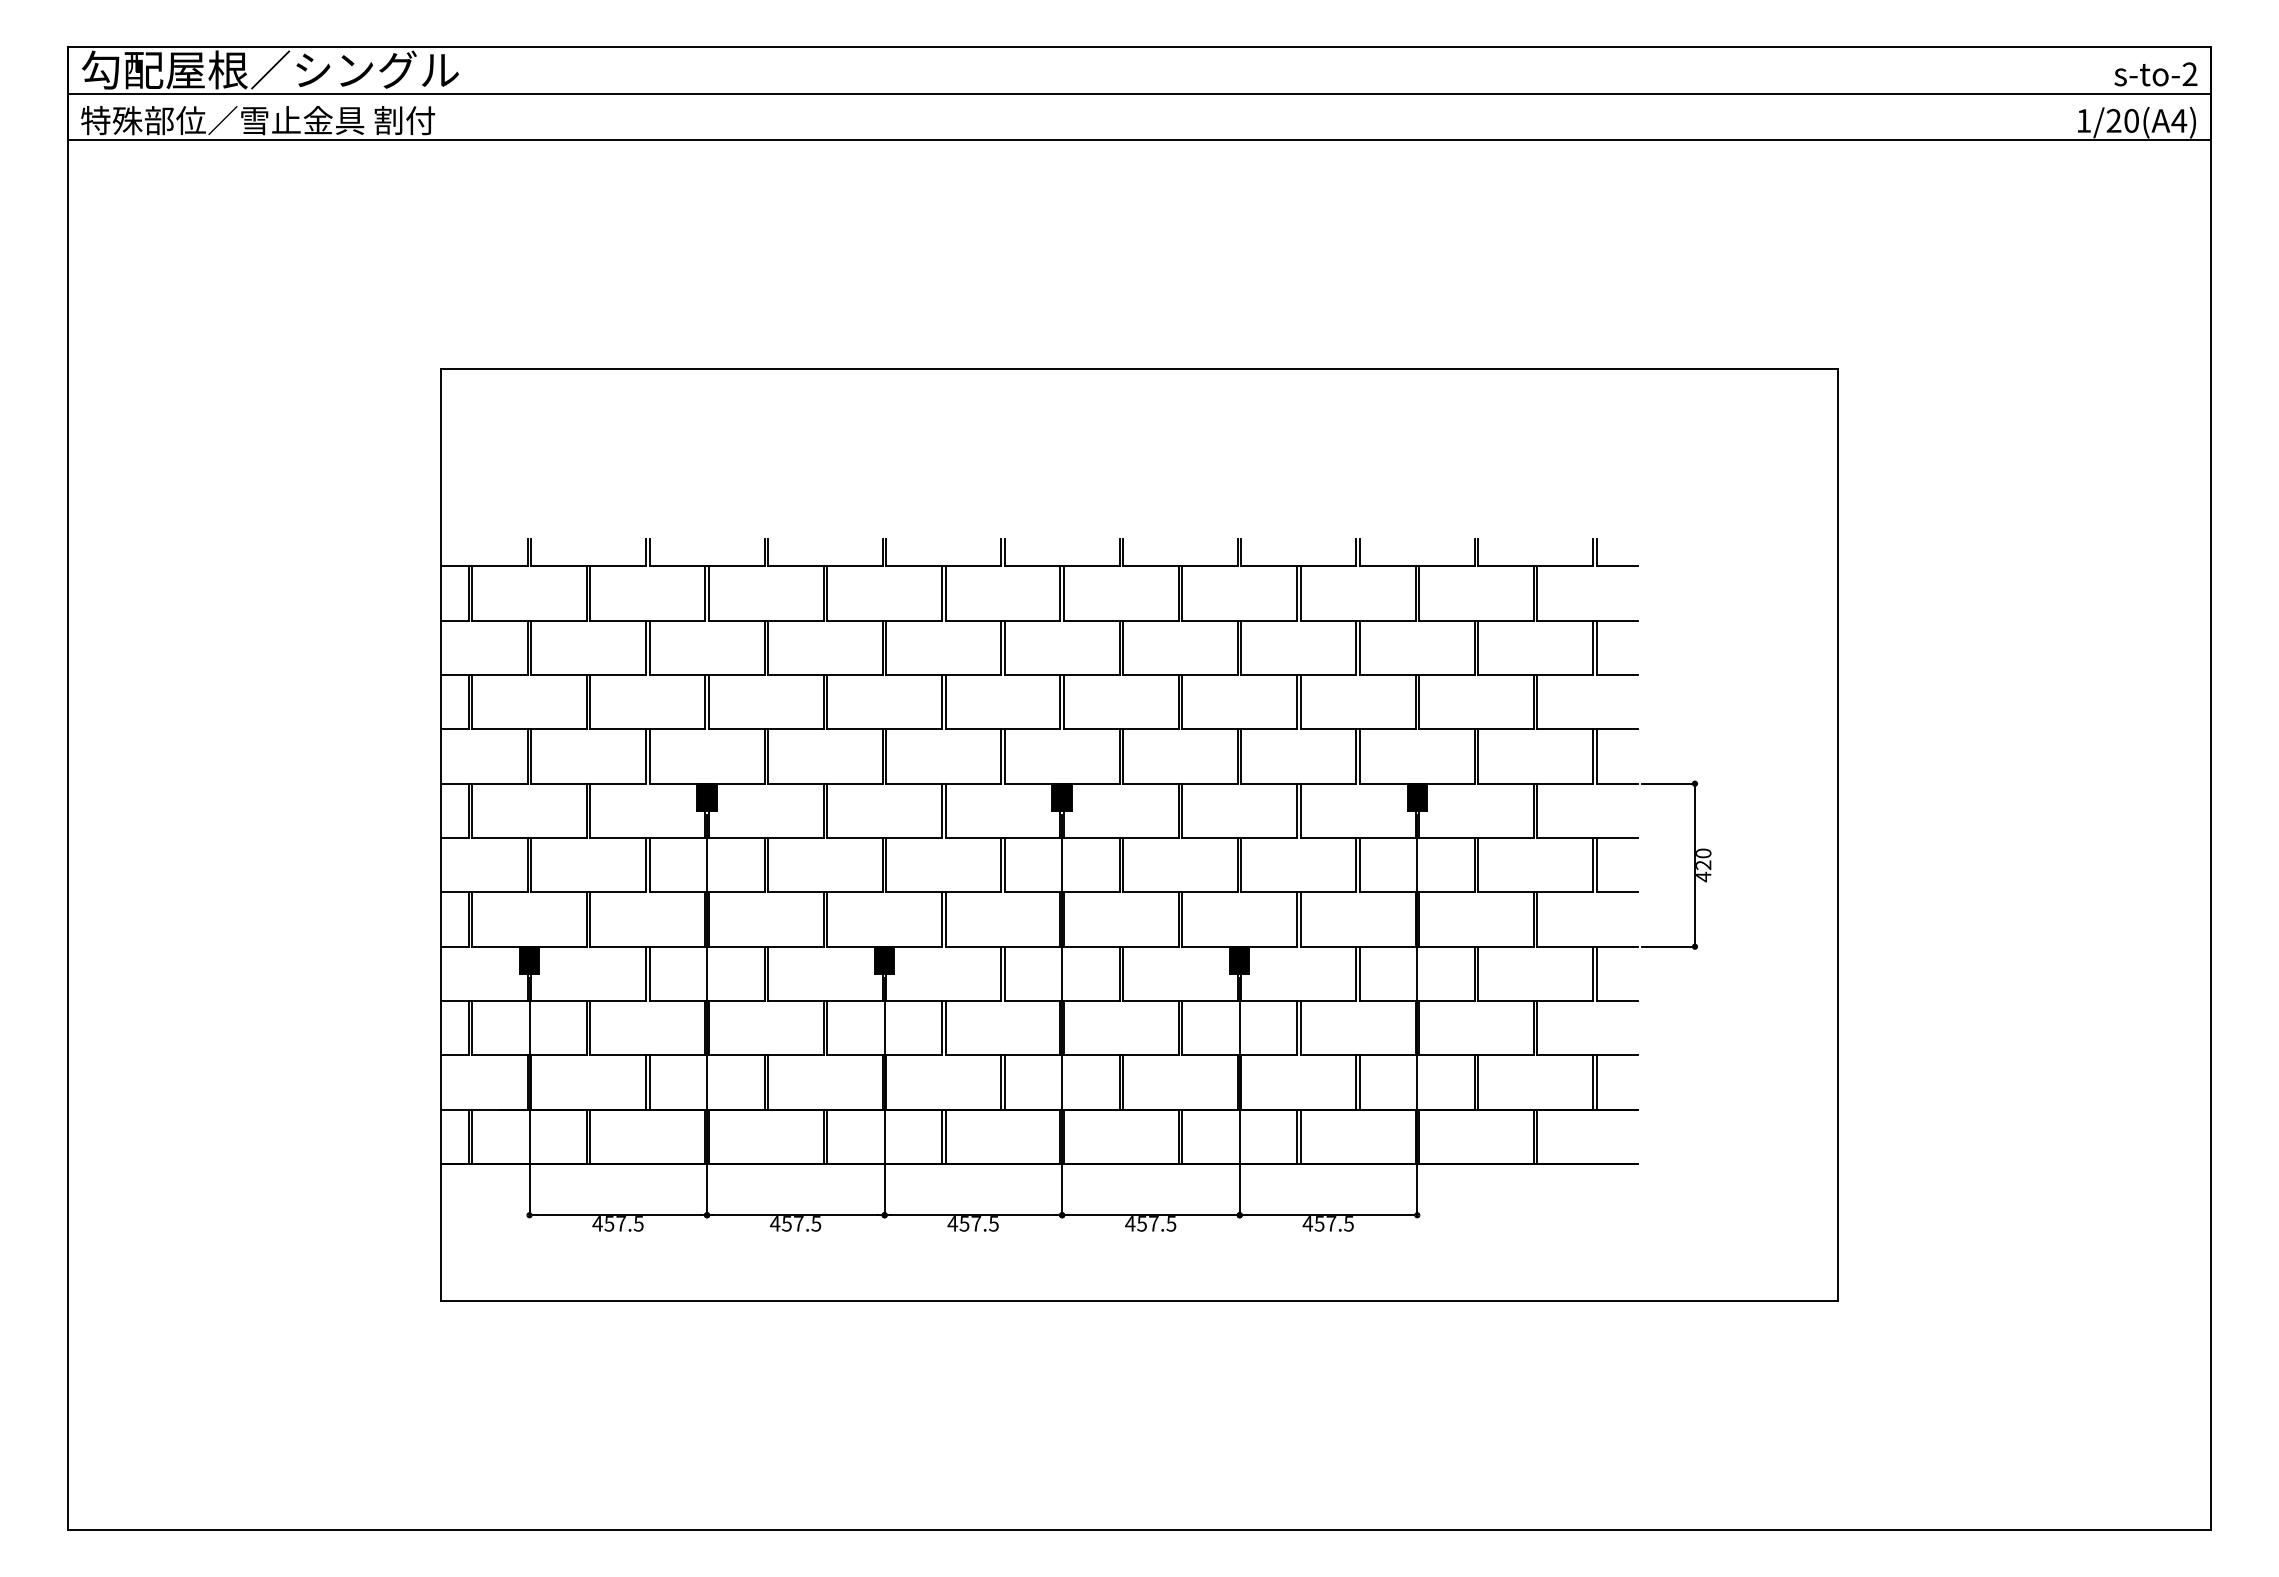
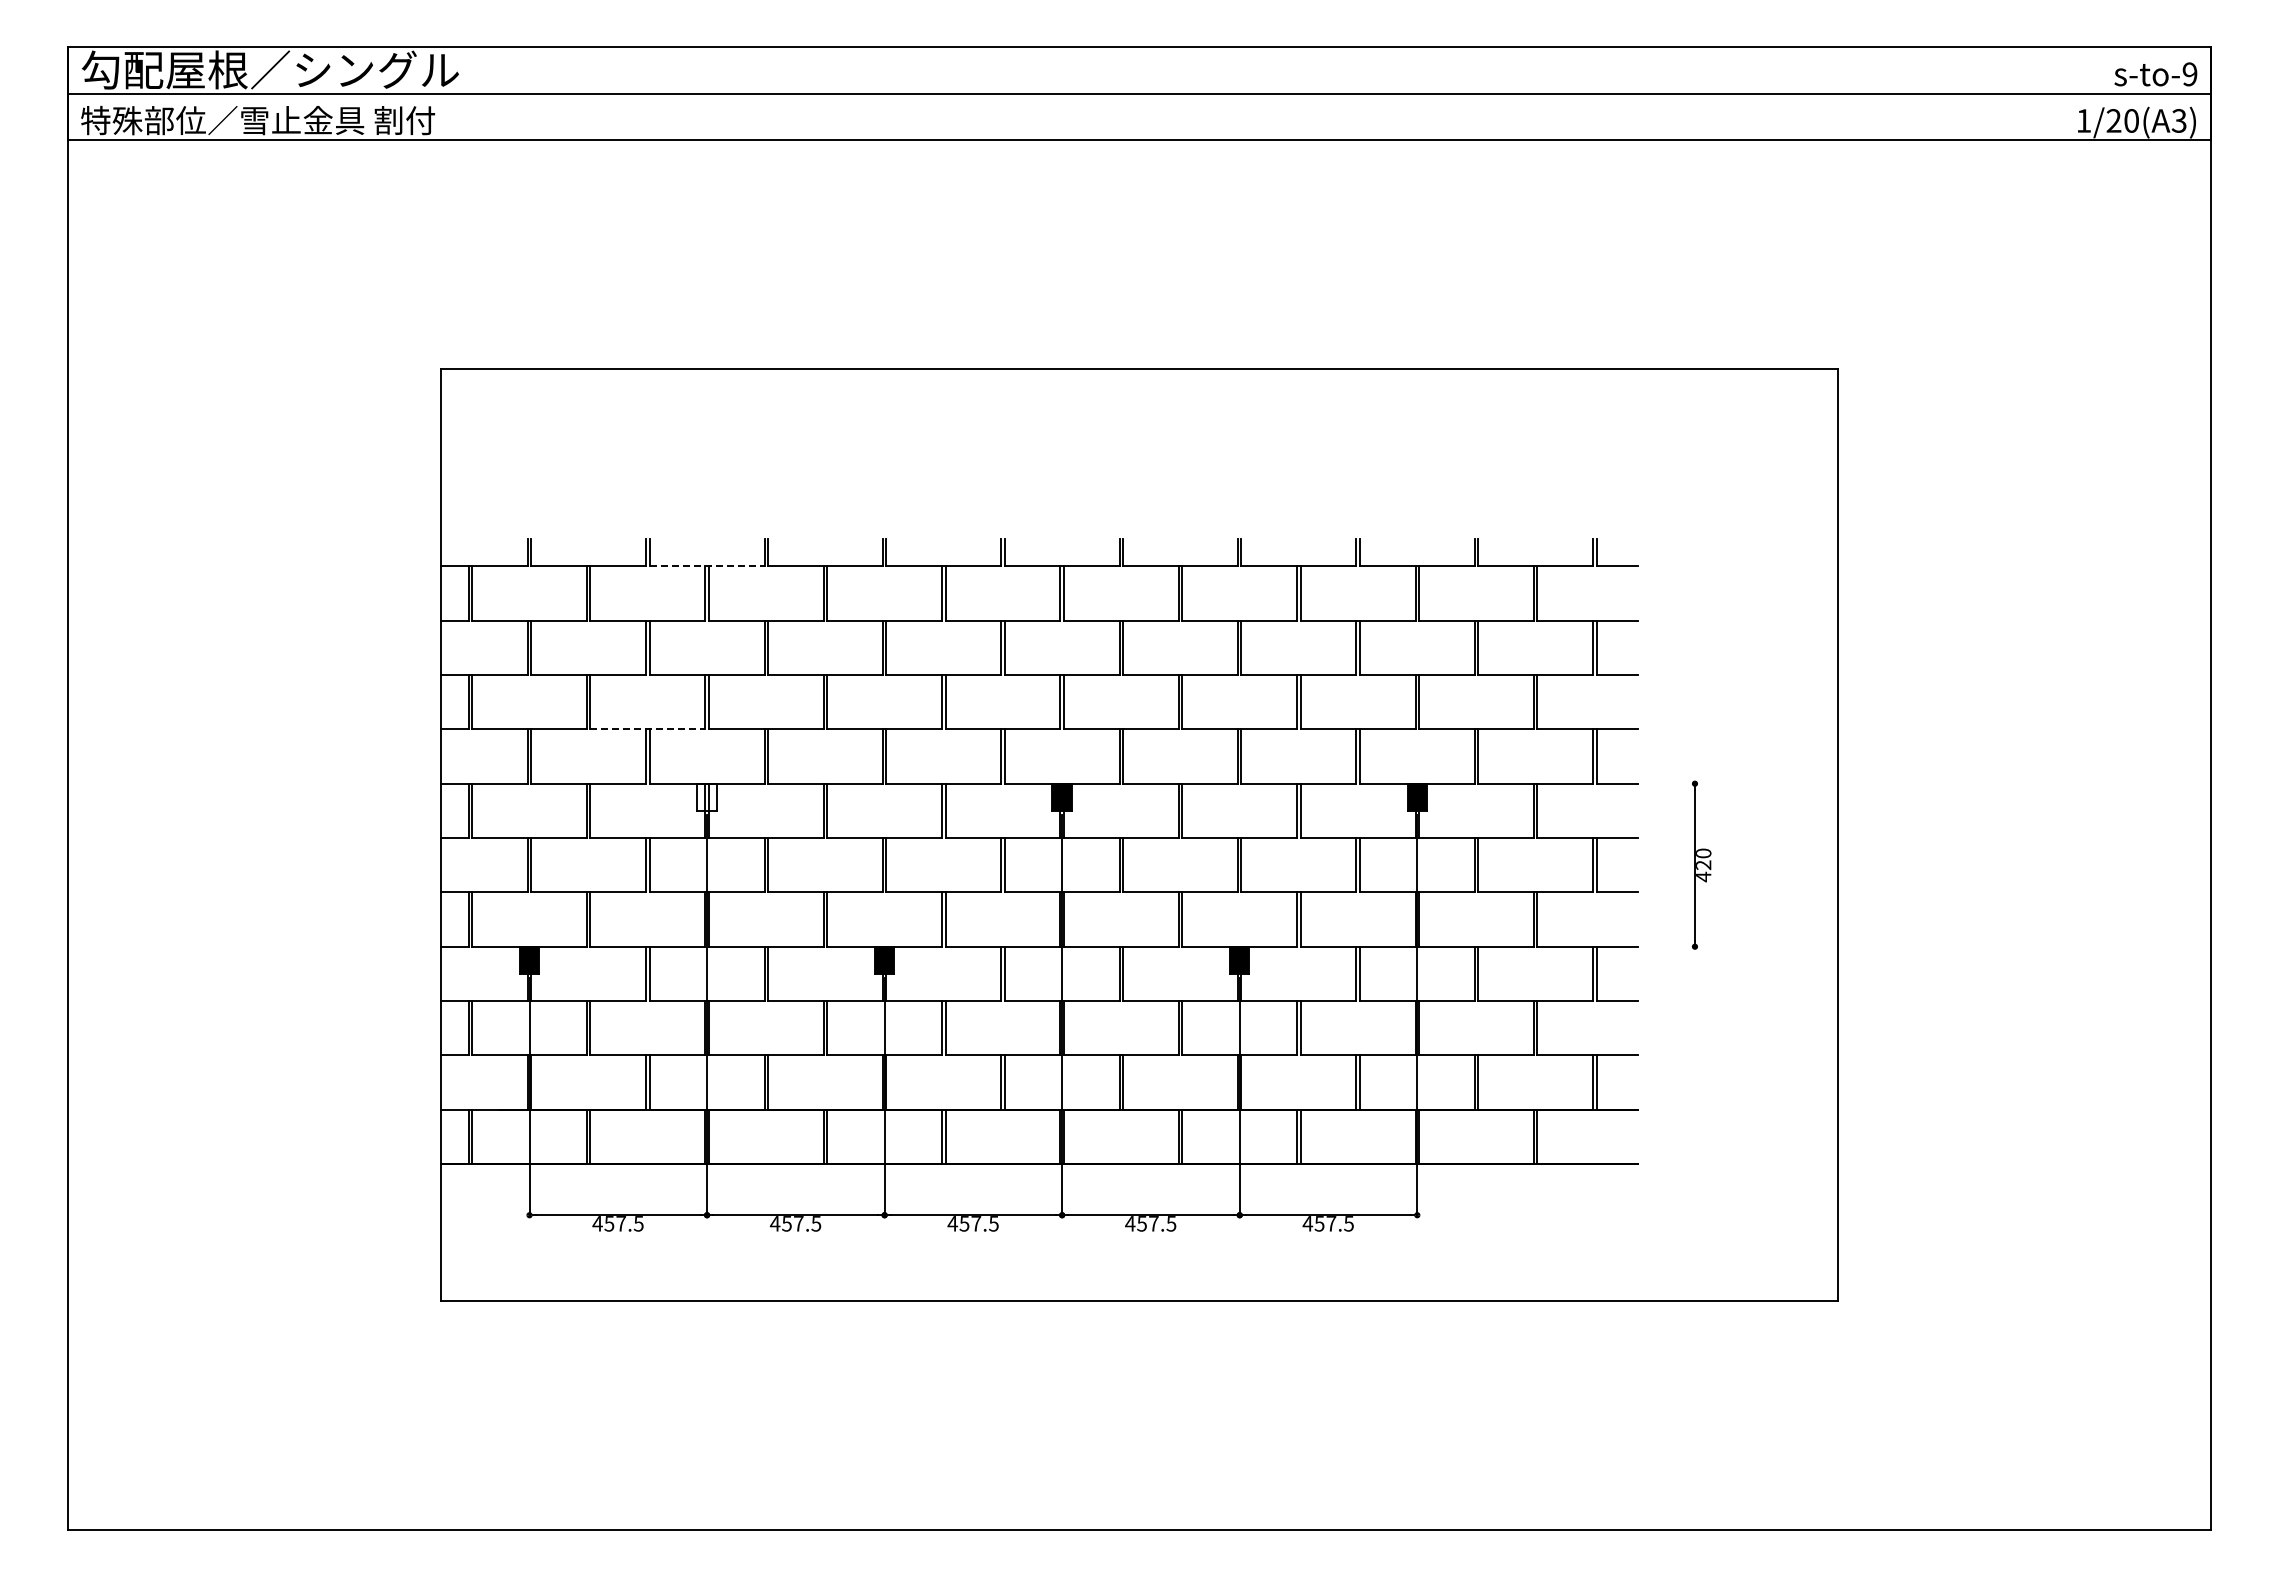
text at (2189, 74): s-to-2 -> s-to-9
text at (2179, 120): 1/20(A4) -> 1/20(A3)
line at (707, 566): solid -> dashed
line at (648, 729): solid -> dashed
line at (1667, 783): present -> none
fill at (706, 796): present -> none
line at (1667, 946): present -> none
